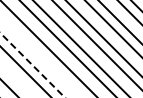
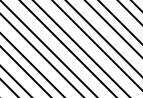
line at (41, 55): none -> present
line at (32, 65): dashed -> solid
line at (15, 80): none -> present
